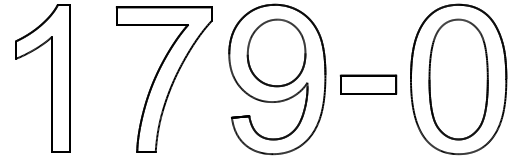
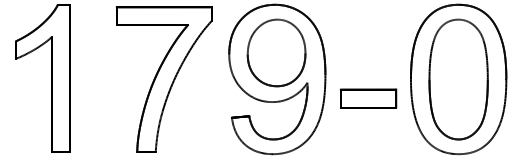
part at (368, 84) position: (368, 84) -> (368, 98)
